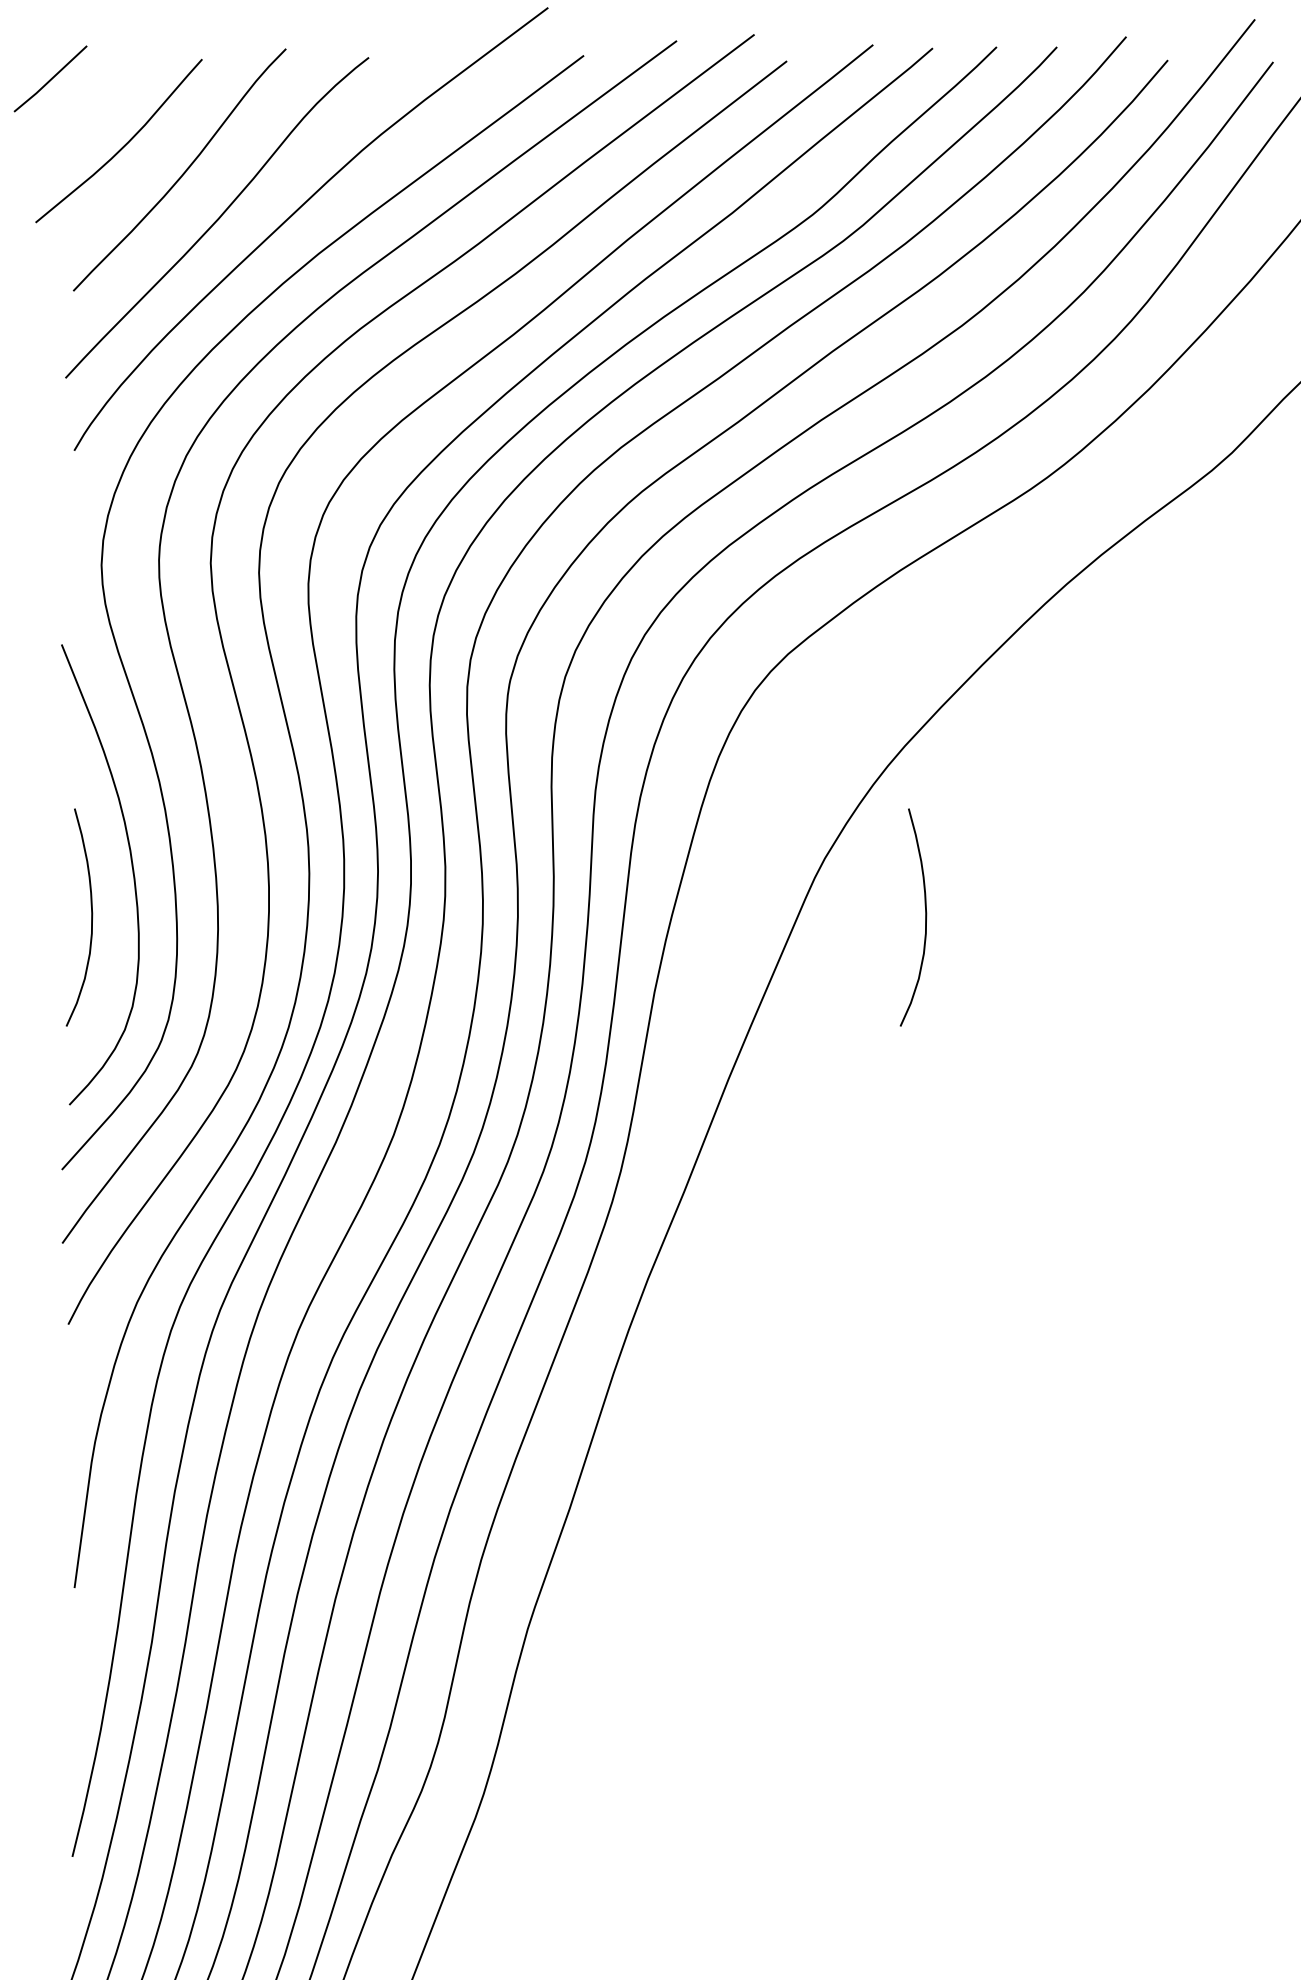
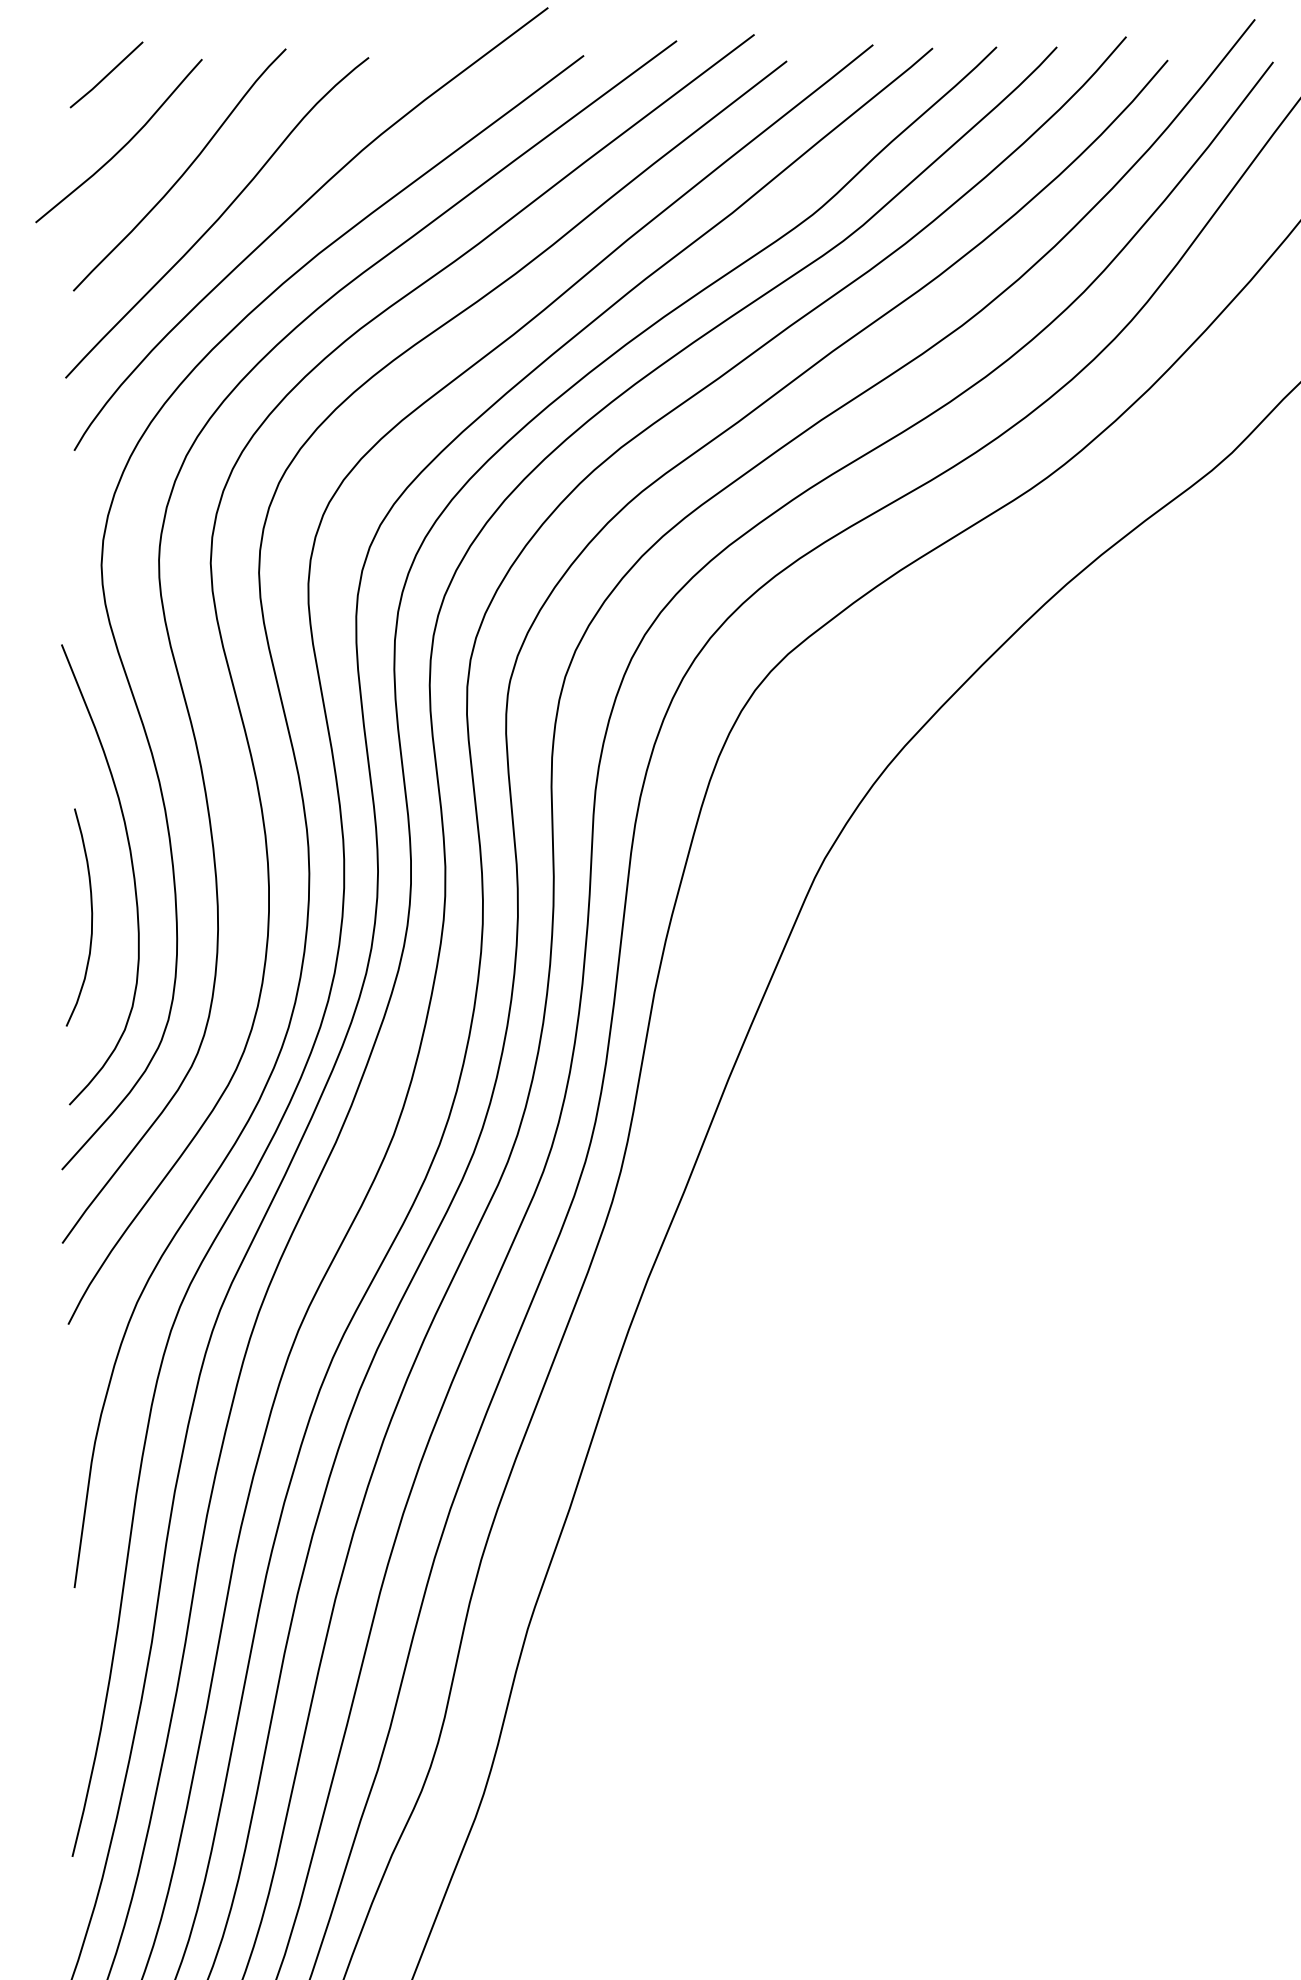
line at (50, 78) position: (50, 78) -> (106, 74)
curve at (925, 917): present -> none
